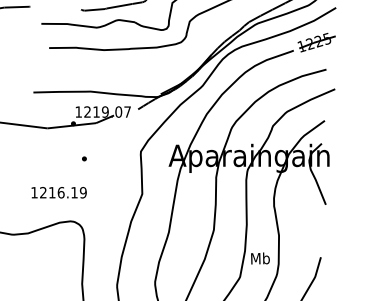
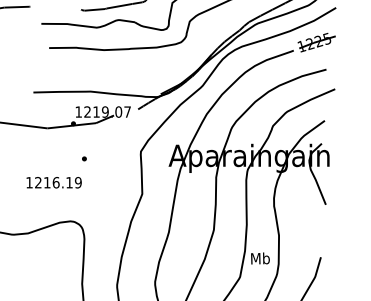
text at (58, 192) position: (58, 192) -> (53, 182)
